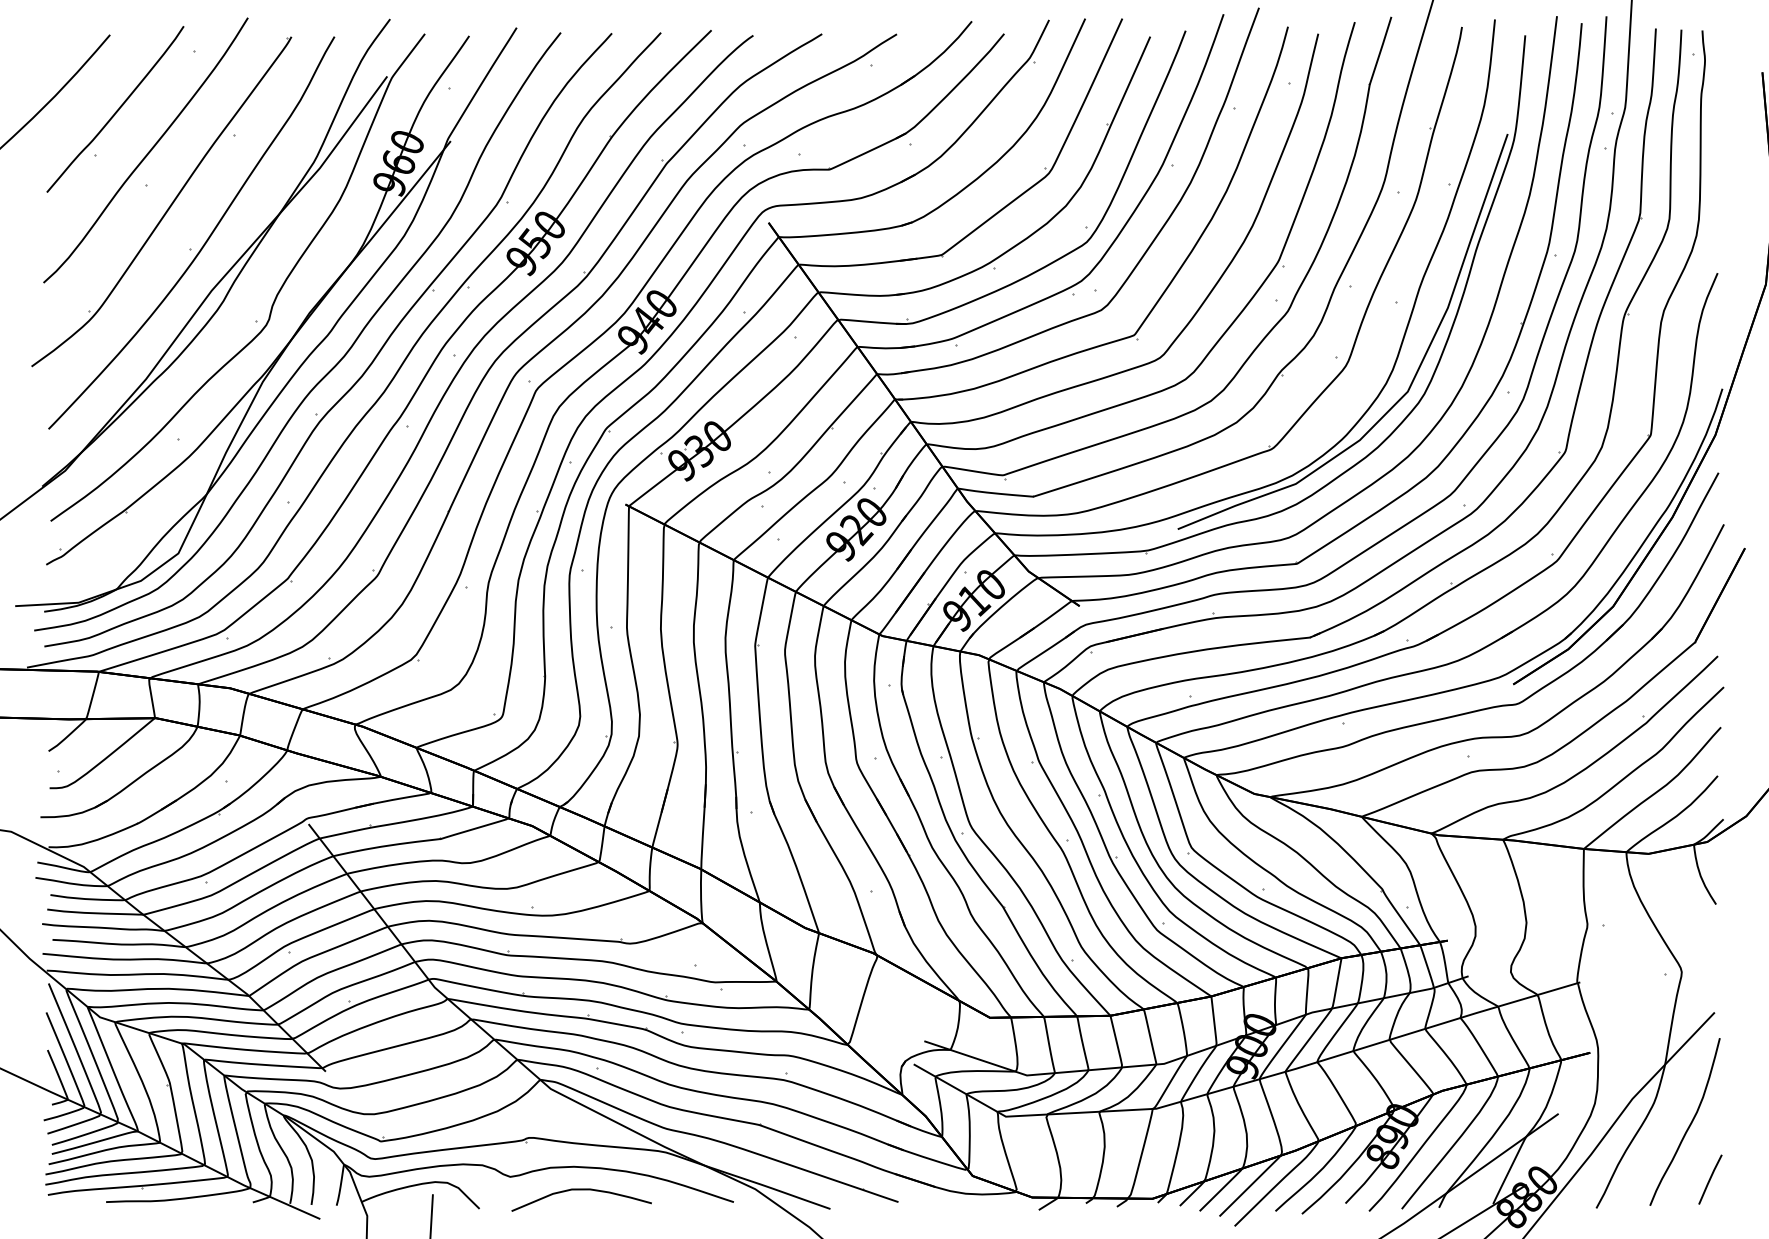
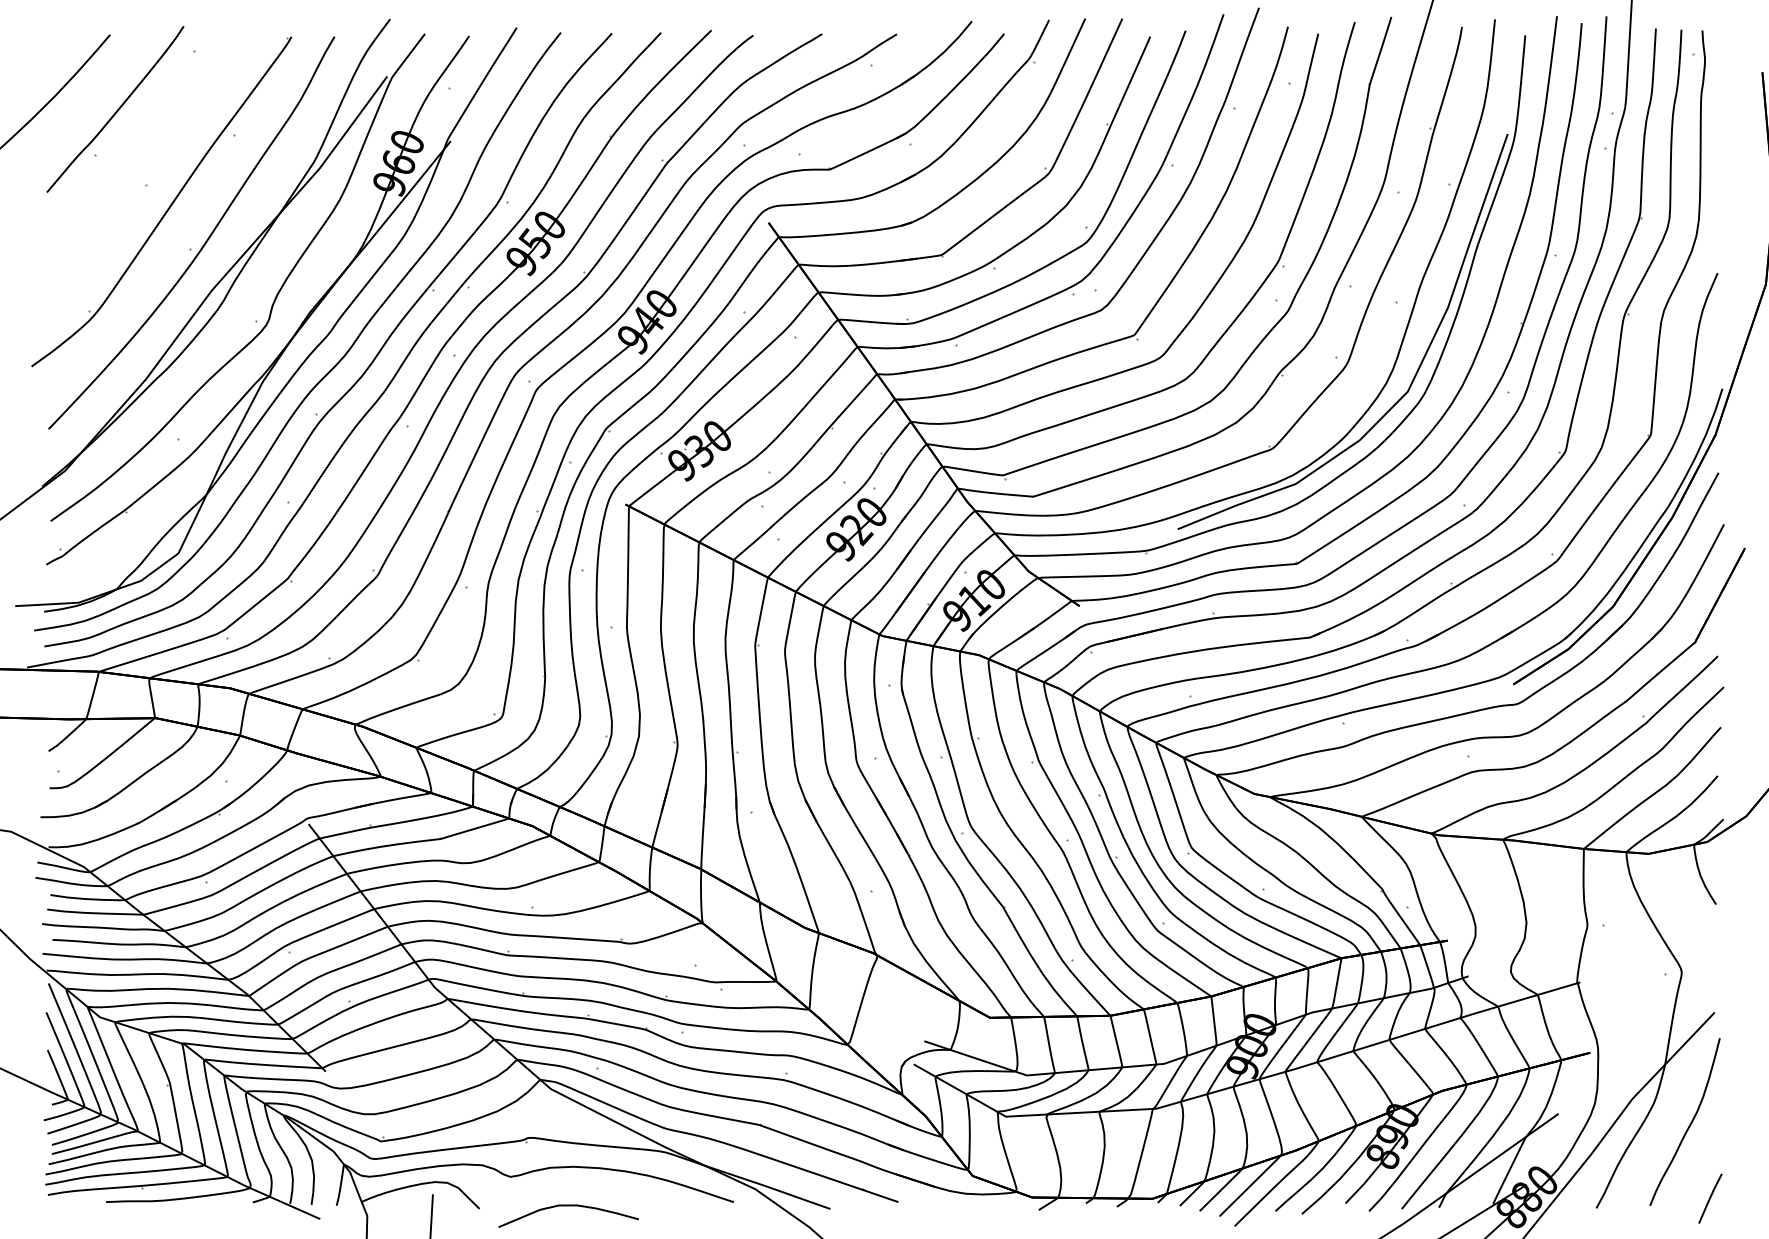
curve at (147, 152): present -> none
line at (1710, 1179) position: (1710, 1179) -> (1710, 1198)
curve at (581, 1190) position: (581, 1190) -> (568, 1206)
